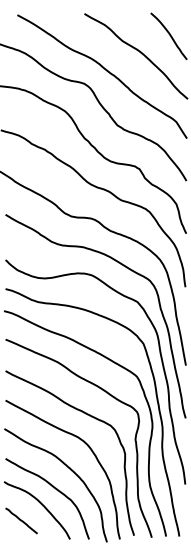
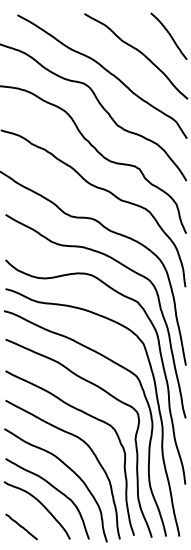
line at (21, 520) position: (21, 520) -> (21, 526)
